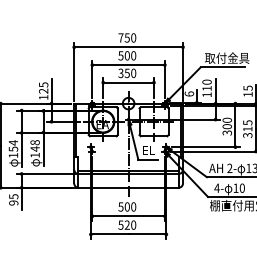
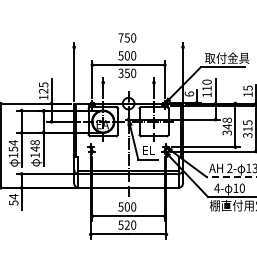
line at (128, 47): present -> none
line at (128, 82): present -> none
text at (226, 123): 300 -> 348
line at (231, 177): solid -> dashed
text at (13, 199): 95 -> 54
